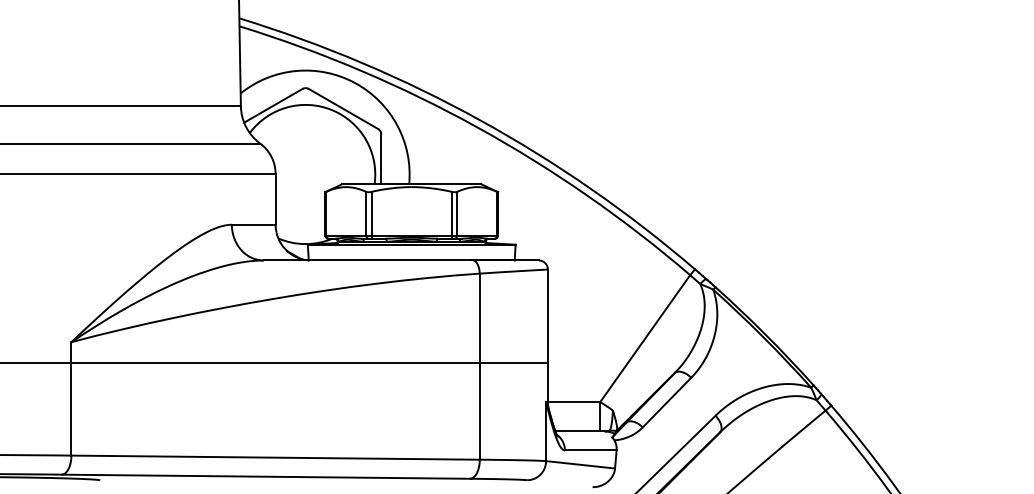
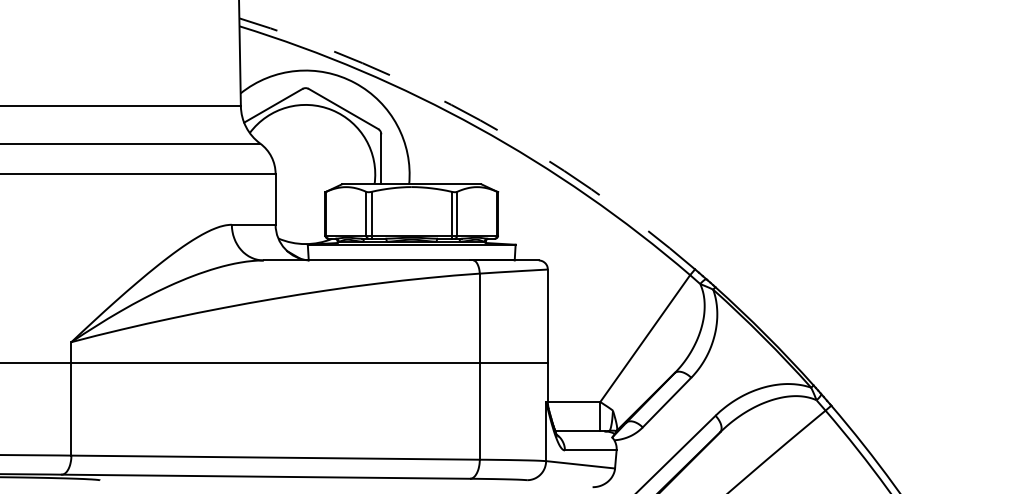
arc at (480, 120): solid -> dashed
